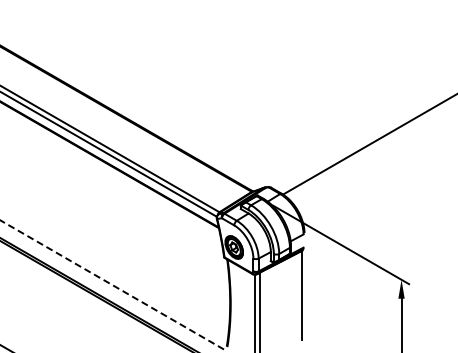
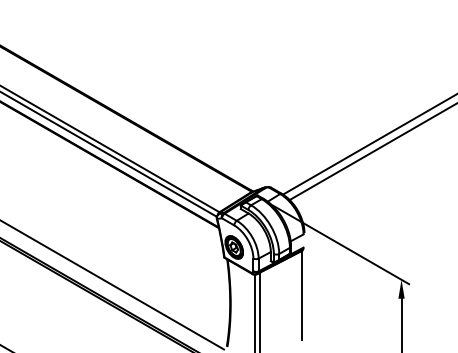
line at (371, 152): none -> present
line at (111, 284): dashed -> solid
